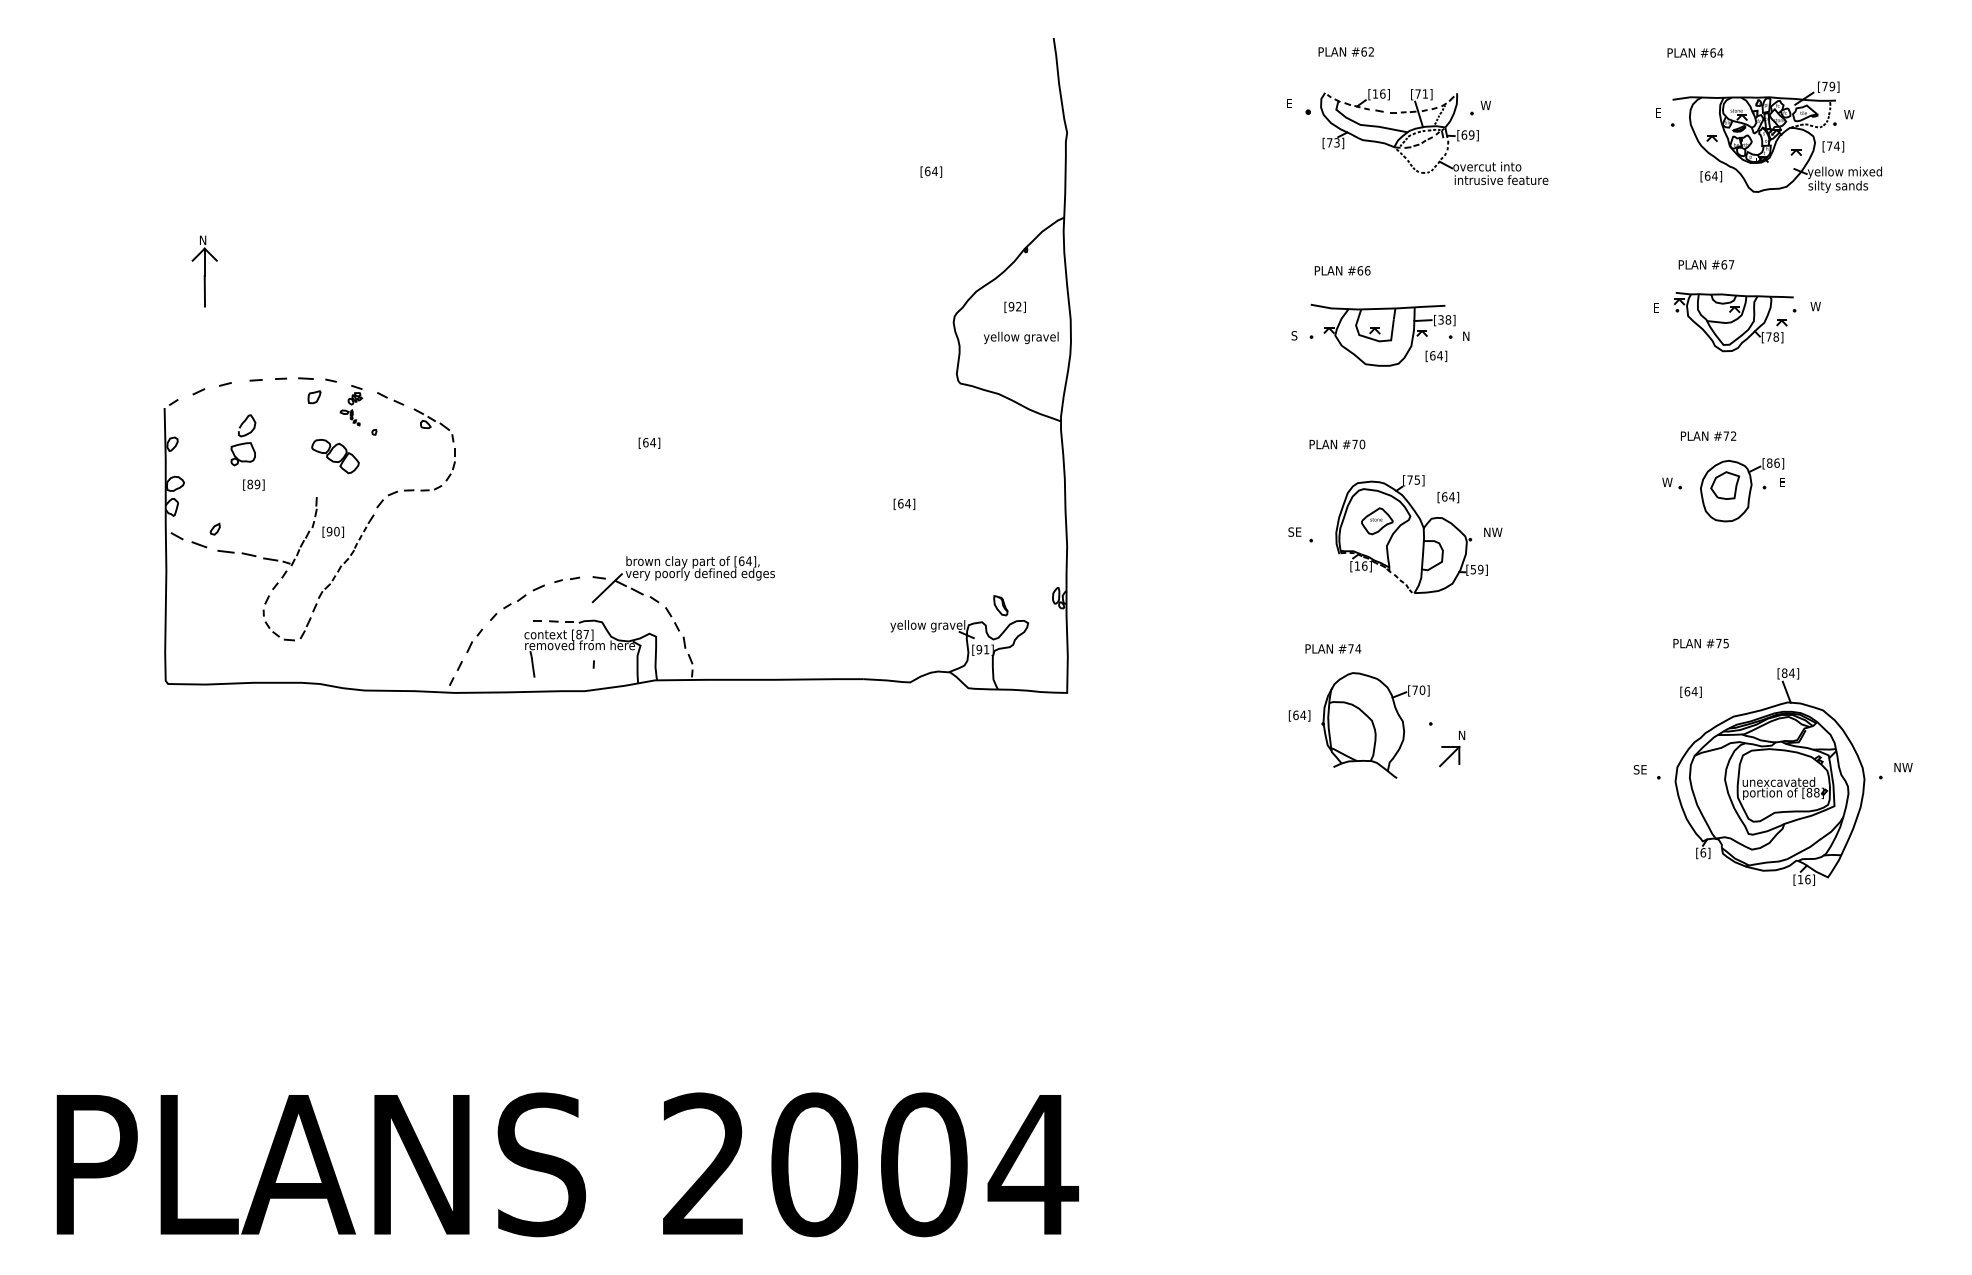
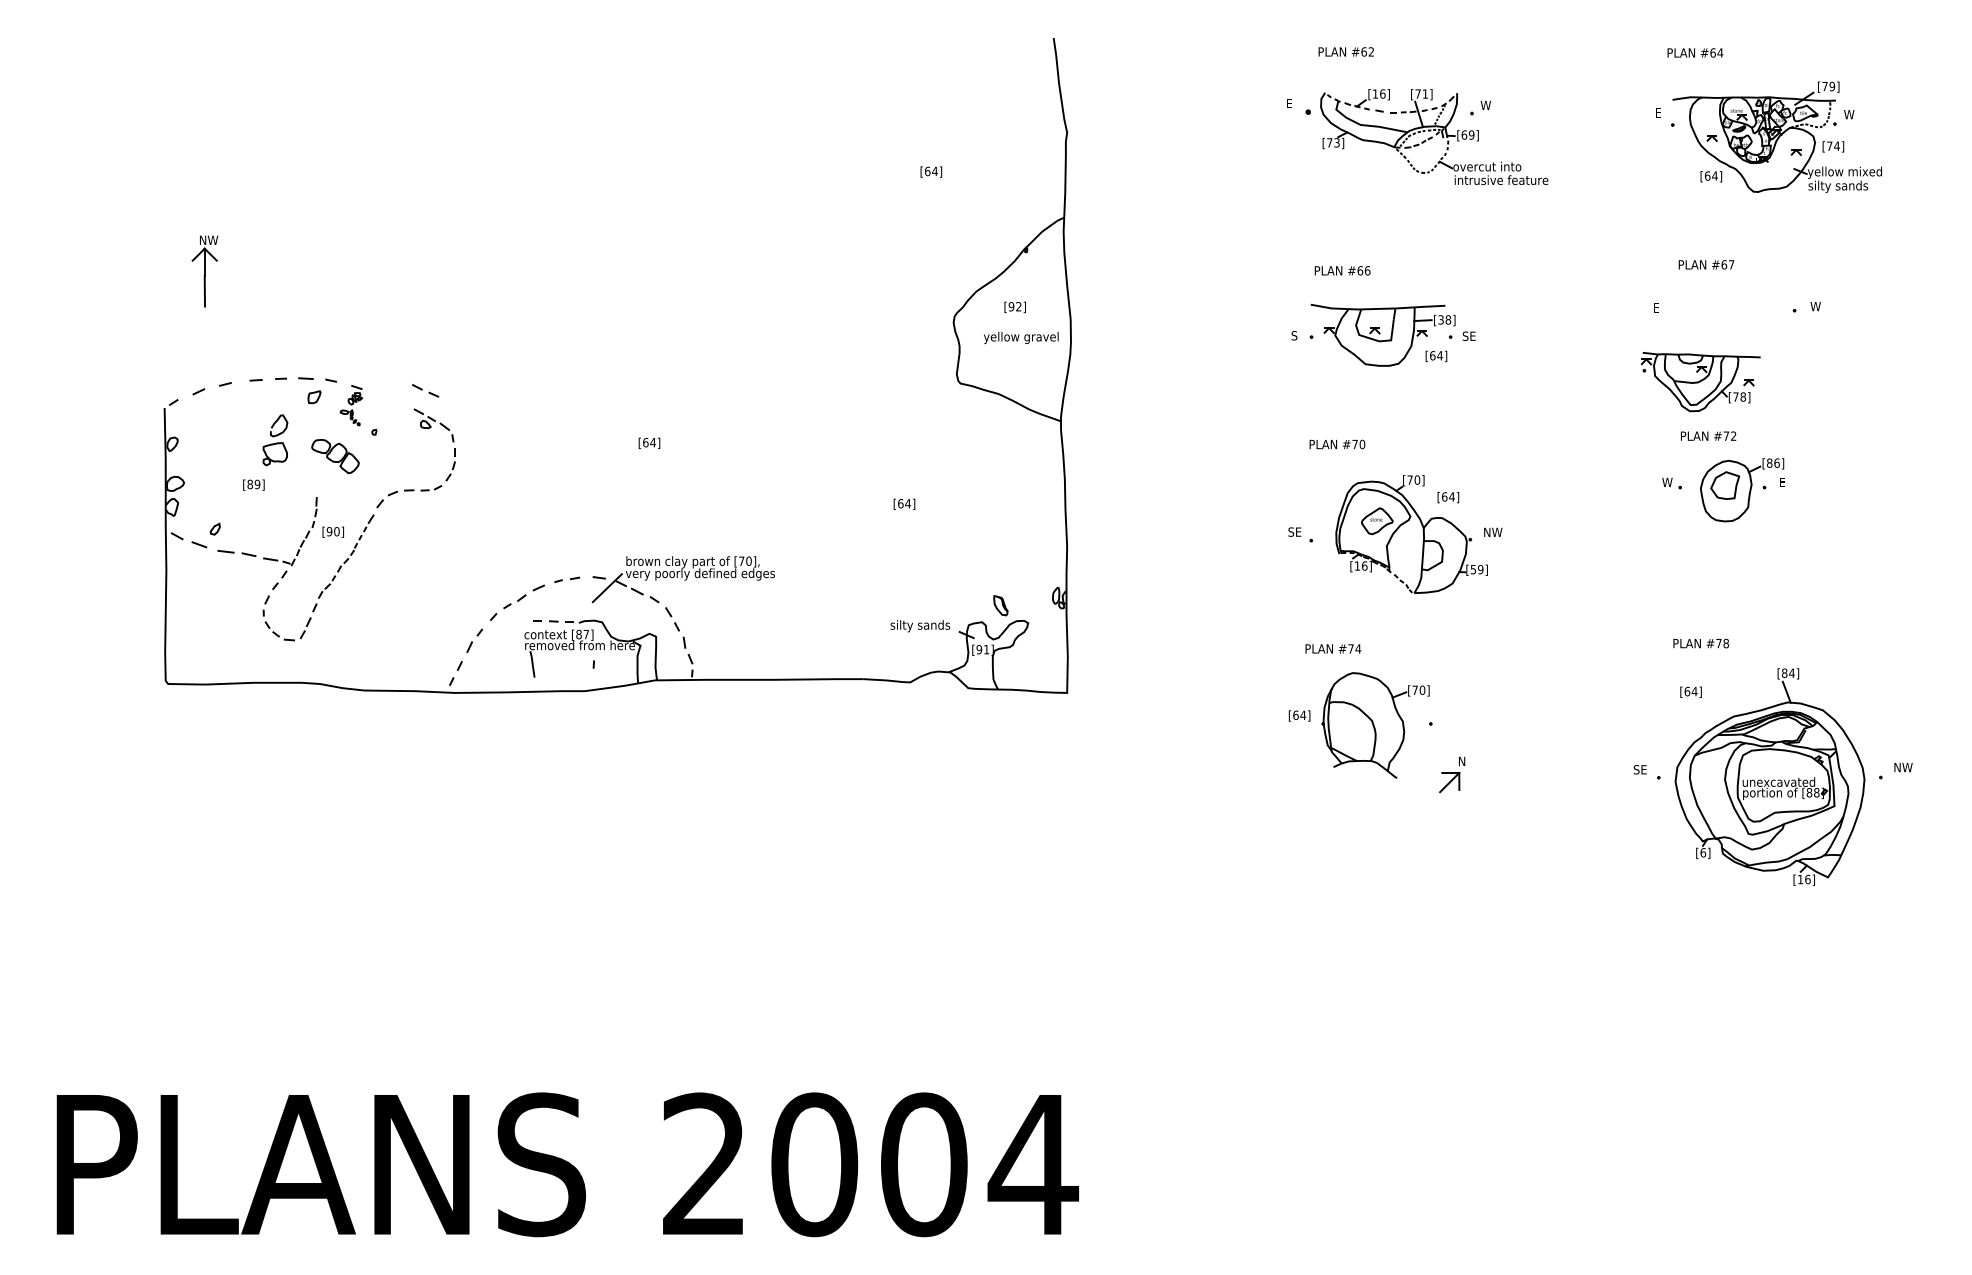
text at (213, 239): N -> NW
part at (1733, 322) position: (1733, 322) -> (1700, 382)
text at (1468, 336): N -> SE
part at (390, 398) position: (390, 398) -> (425, 390)
part at (243, 440) position: (243, 440) -> (275, 440)
text at (1417, 479): [75] -> [70]
text at (744, 560): [64], -> [70],
text at (927, 626): yellow gravel -> silty sands
text at (1726, 643): #75 -> #78
part at (1452, 748) position: (1452, 748) -> (1452, 774)
